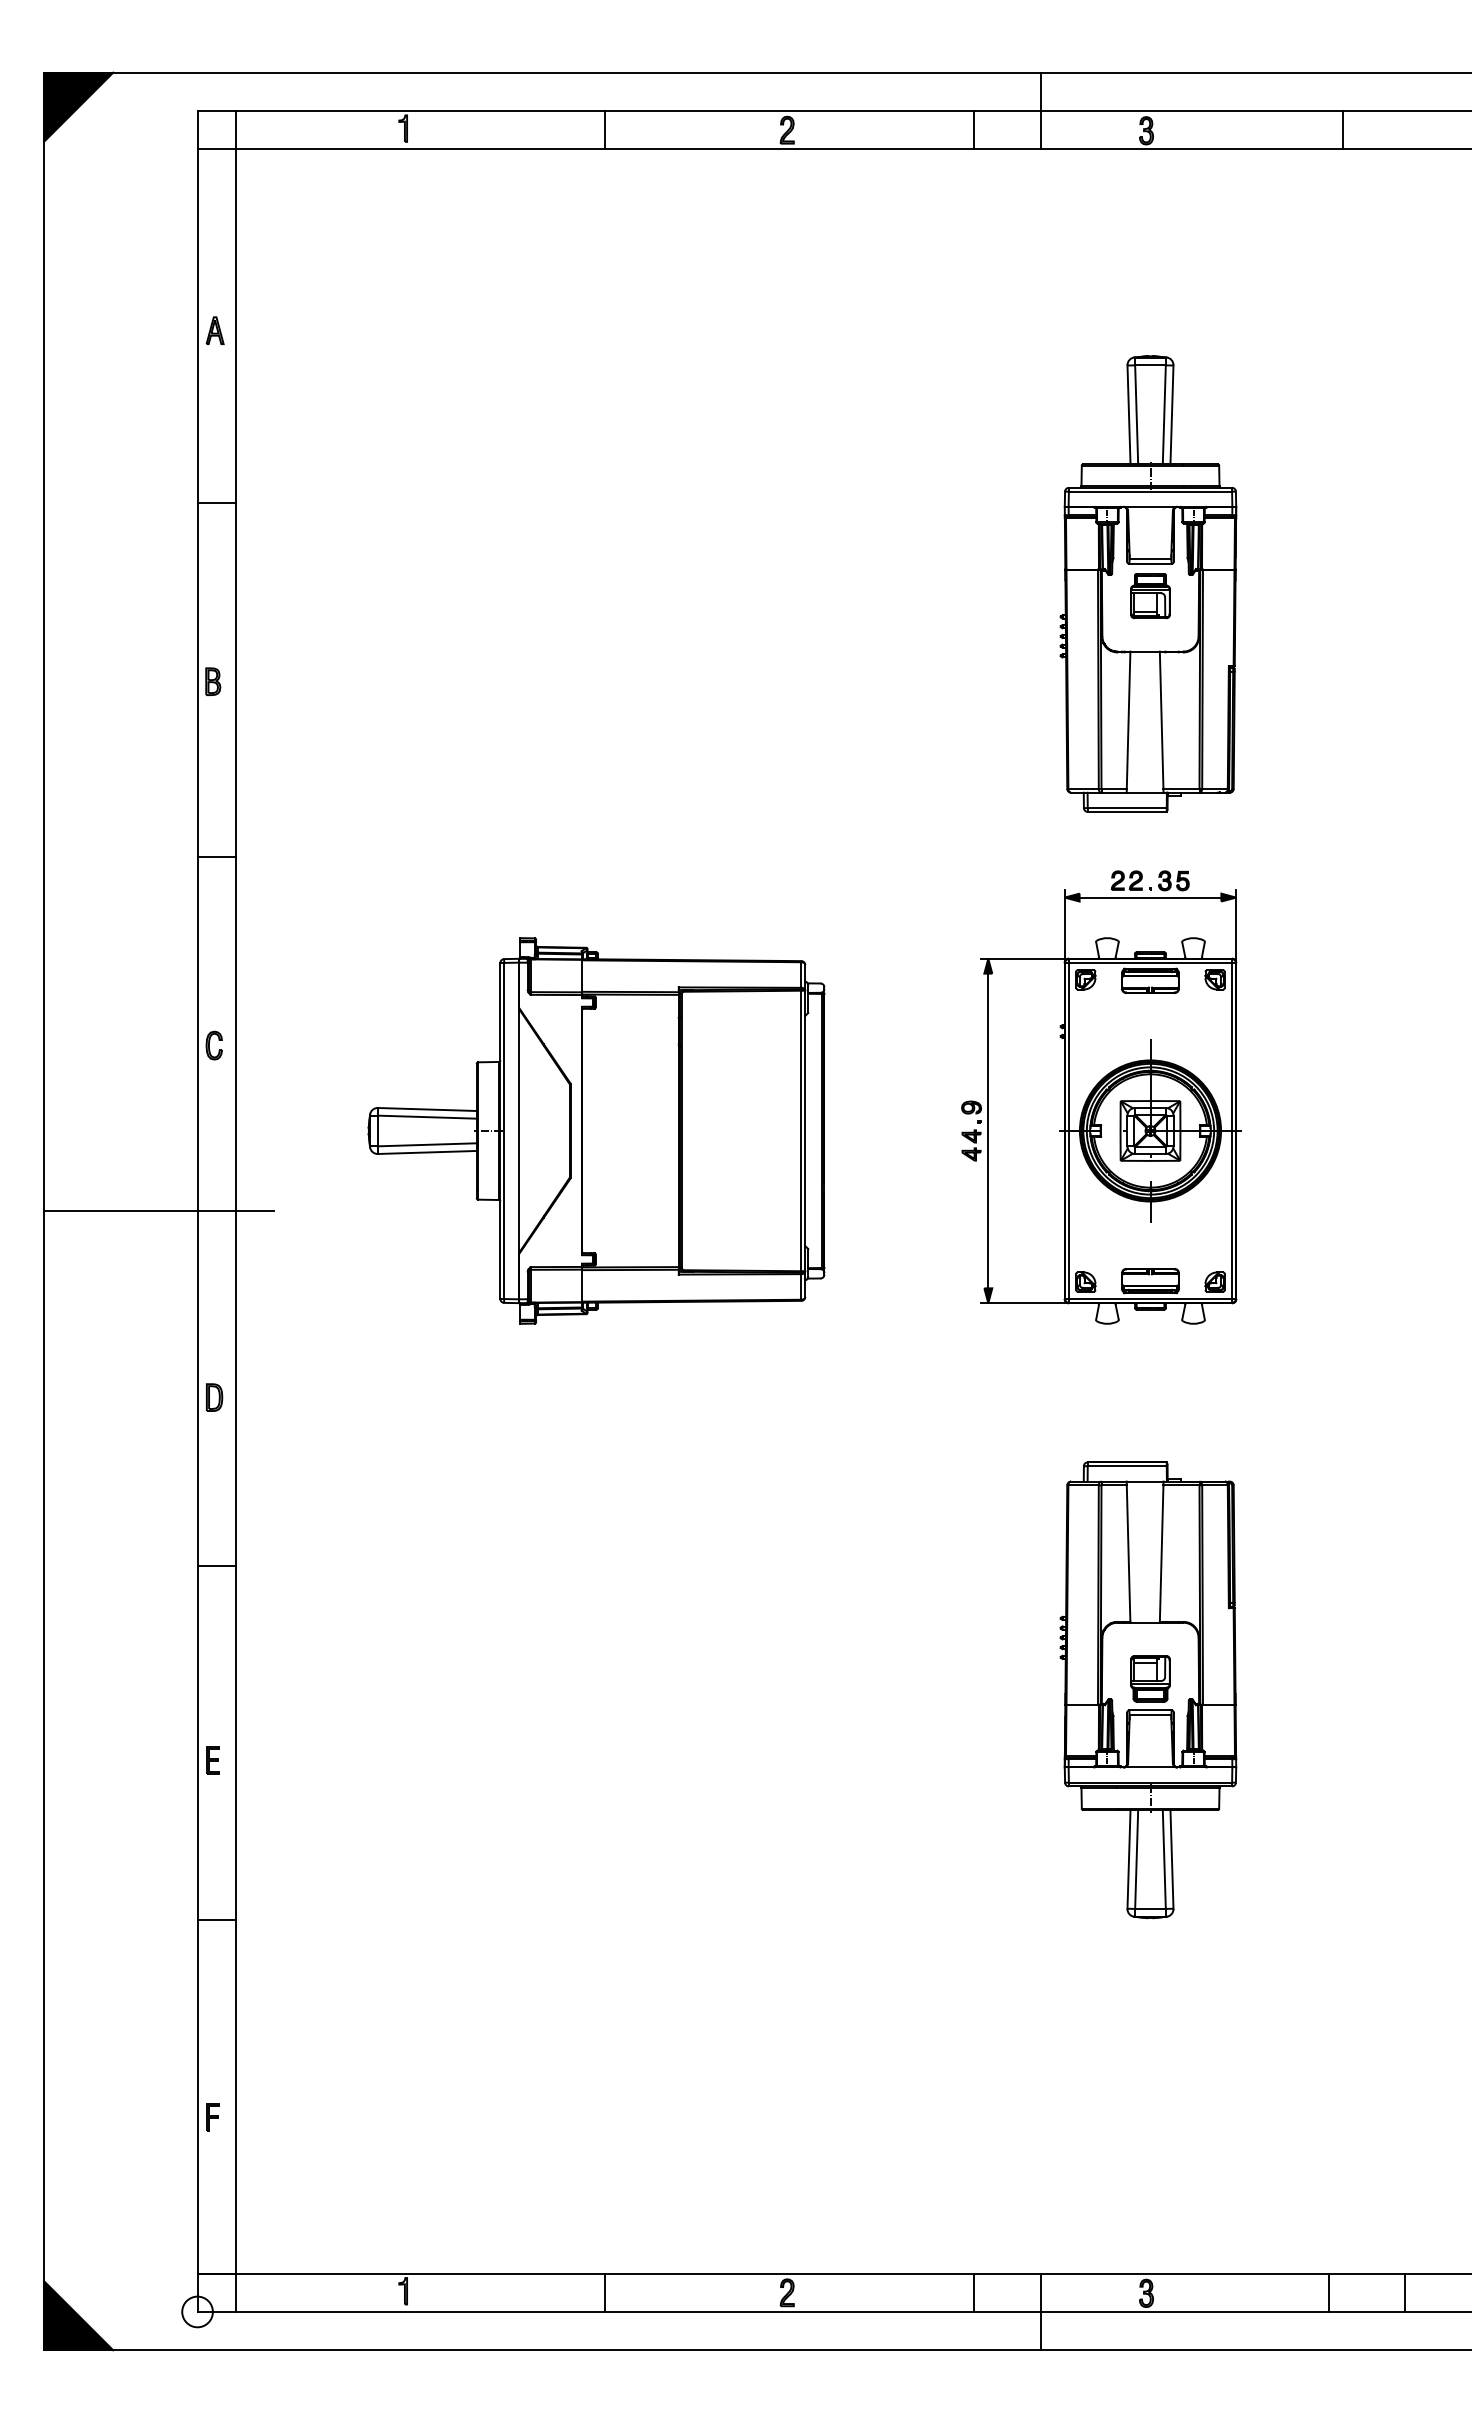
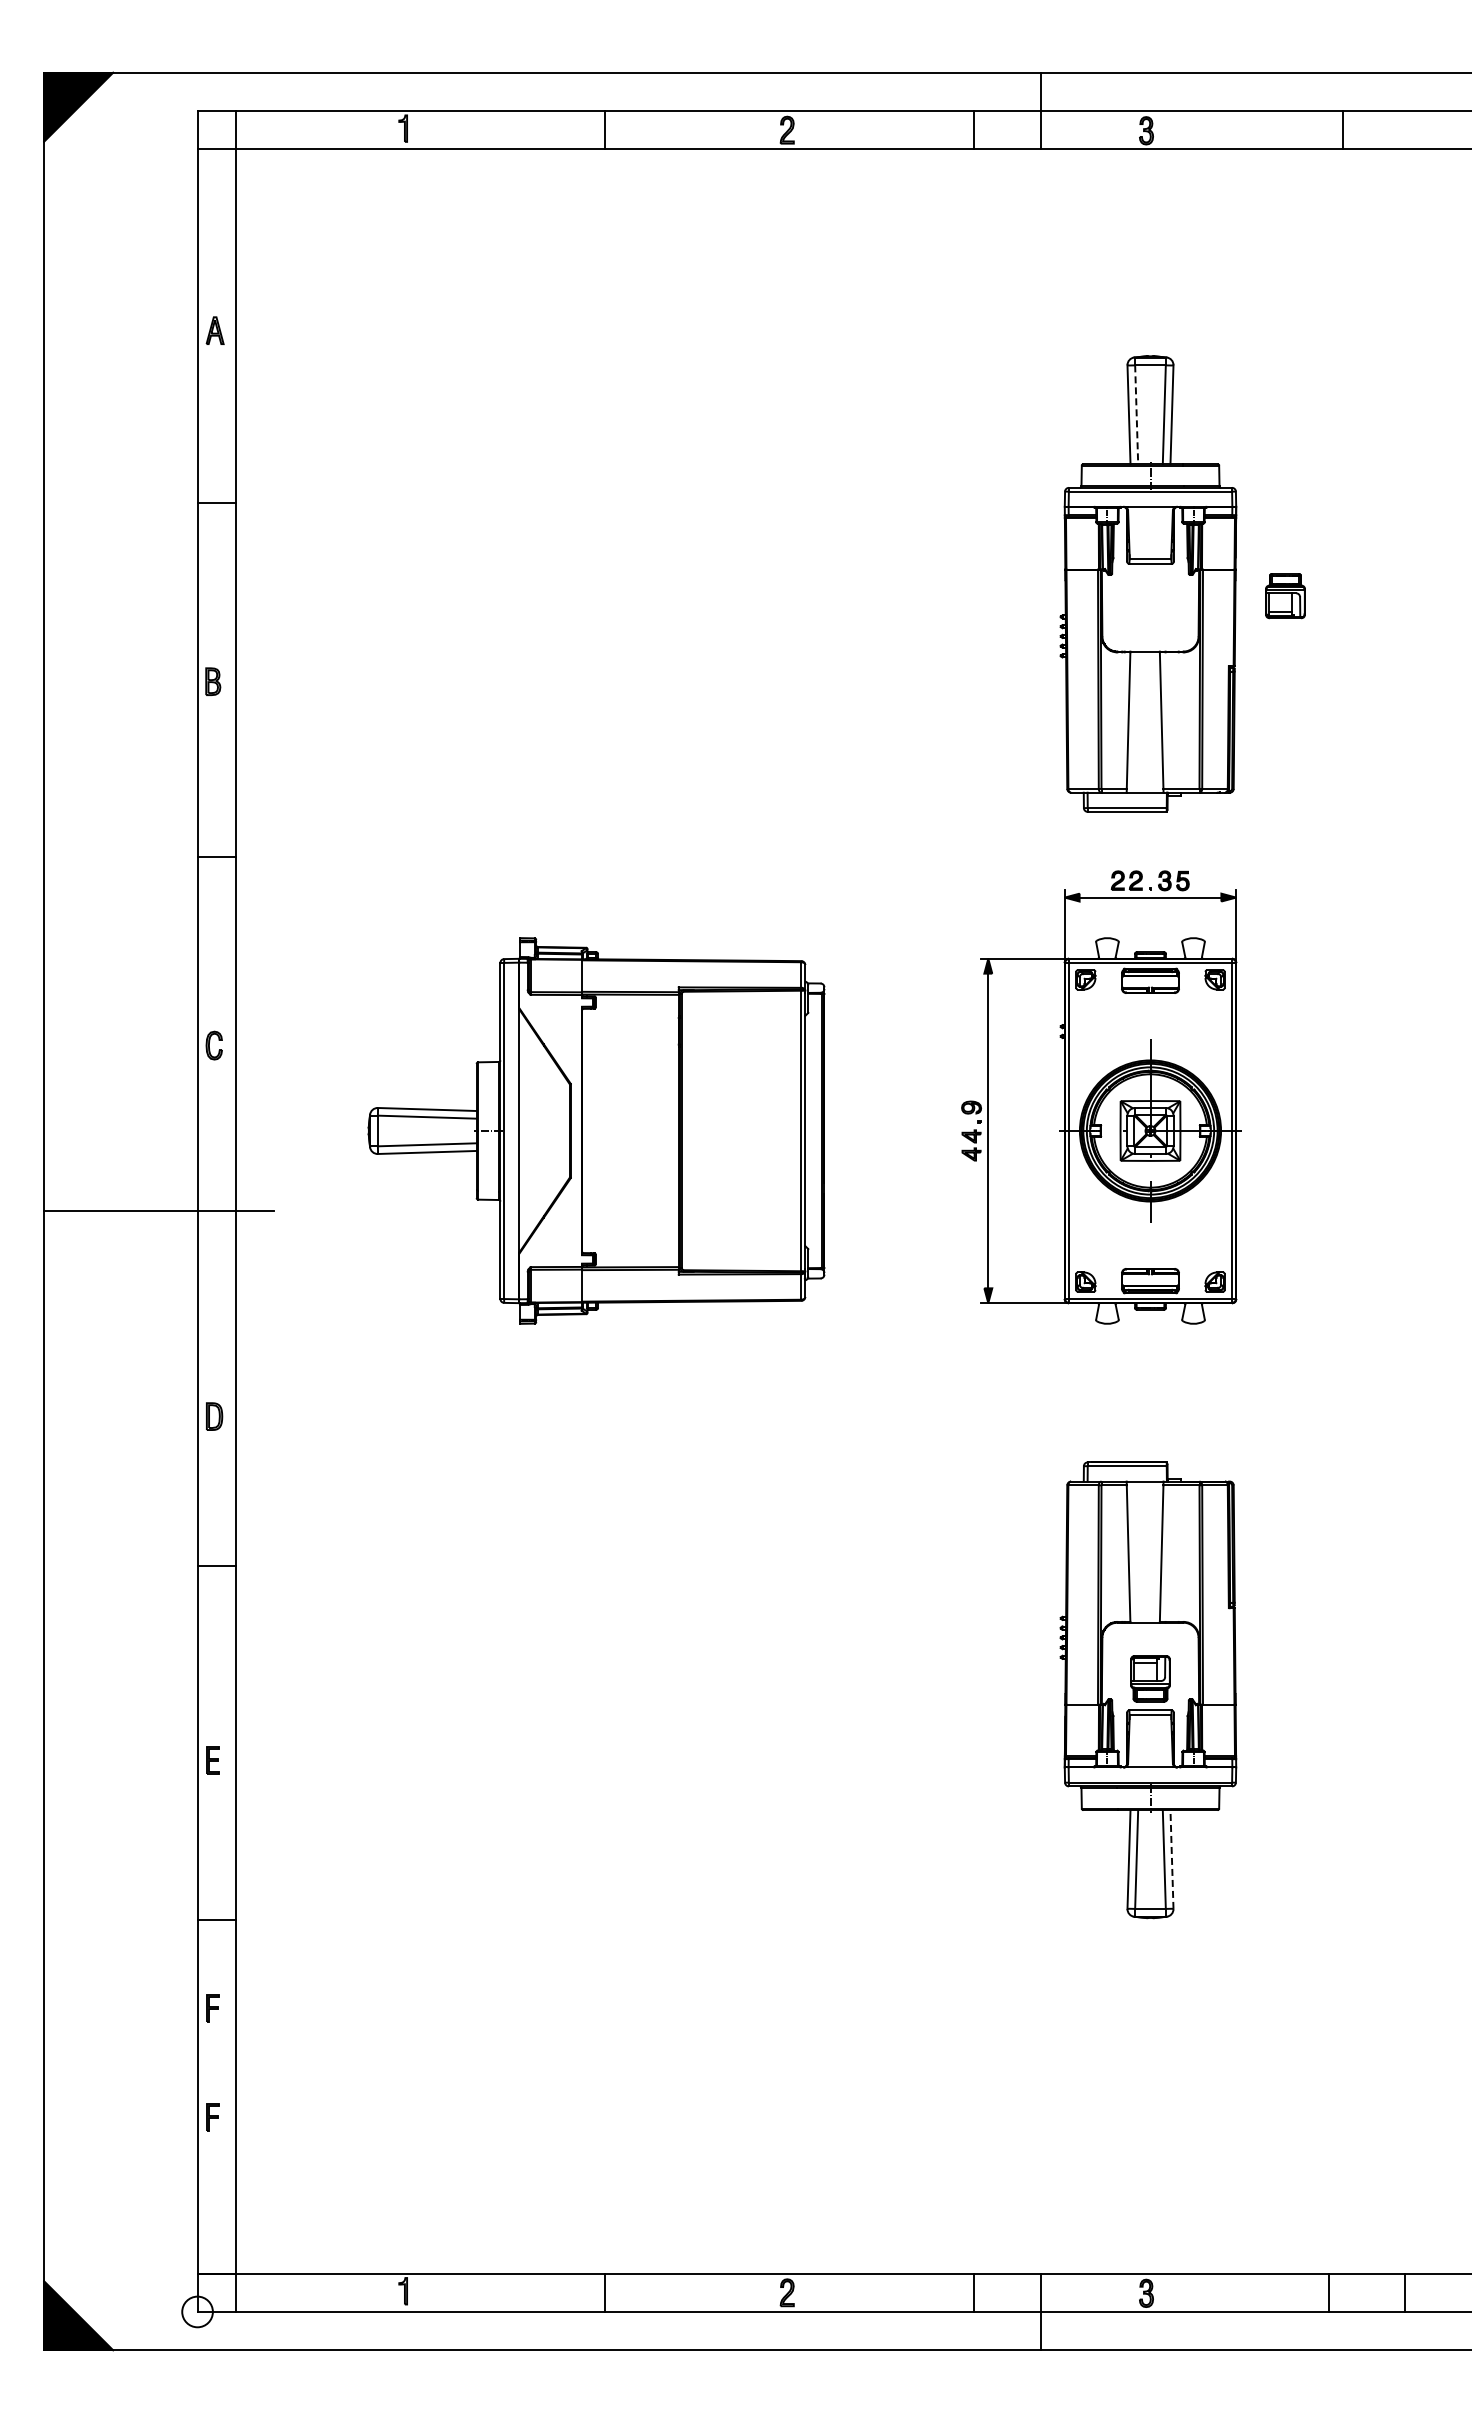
line at (1136, 415): solid -> dashed
part at (1150, 596) position: (1150, 596) -> (1285, 596)
part at (214, 1397) position: (214, 1397) -> (214, 1416)
line at (1171, 1859): solid -> dashed
part at (212, 2008): none -> present
